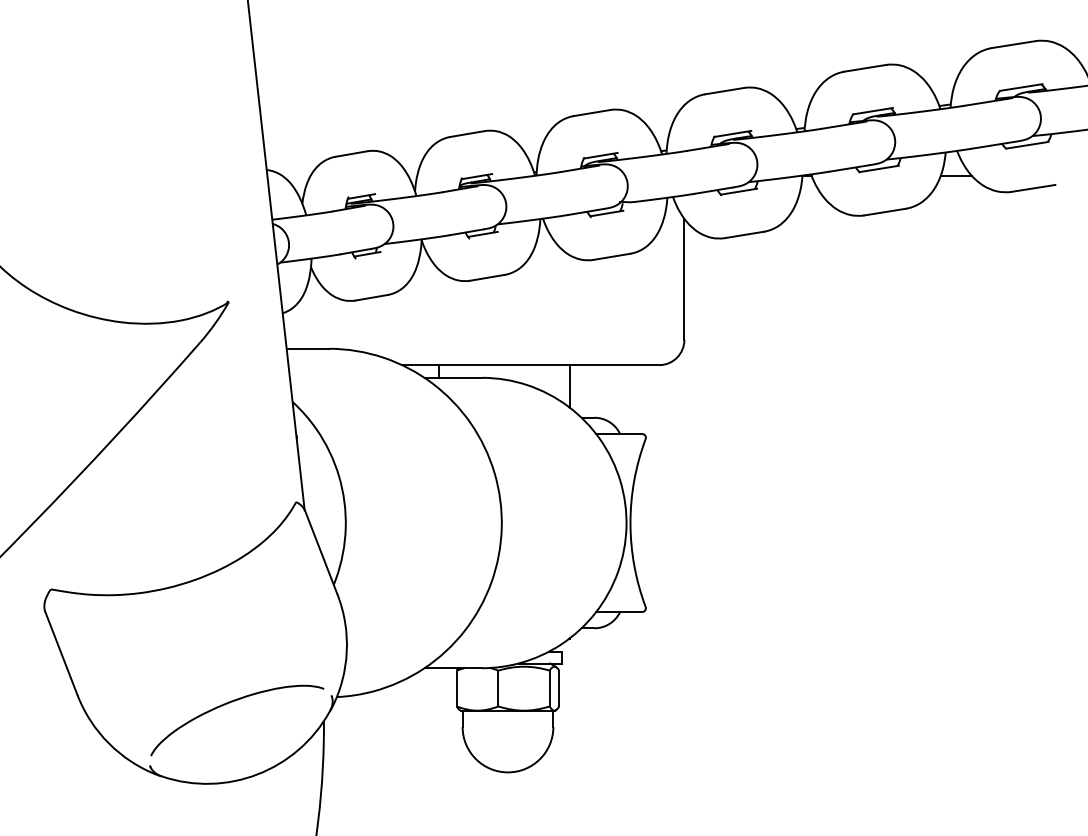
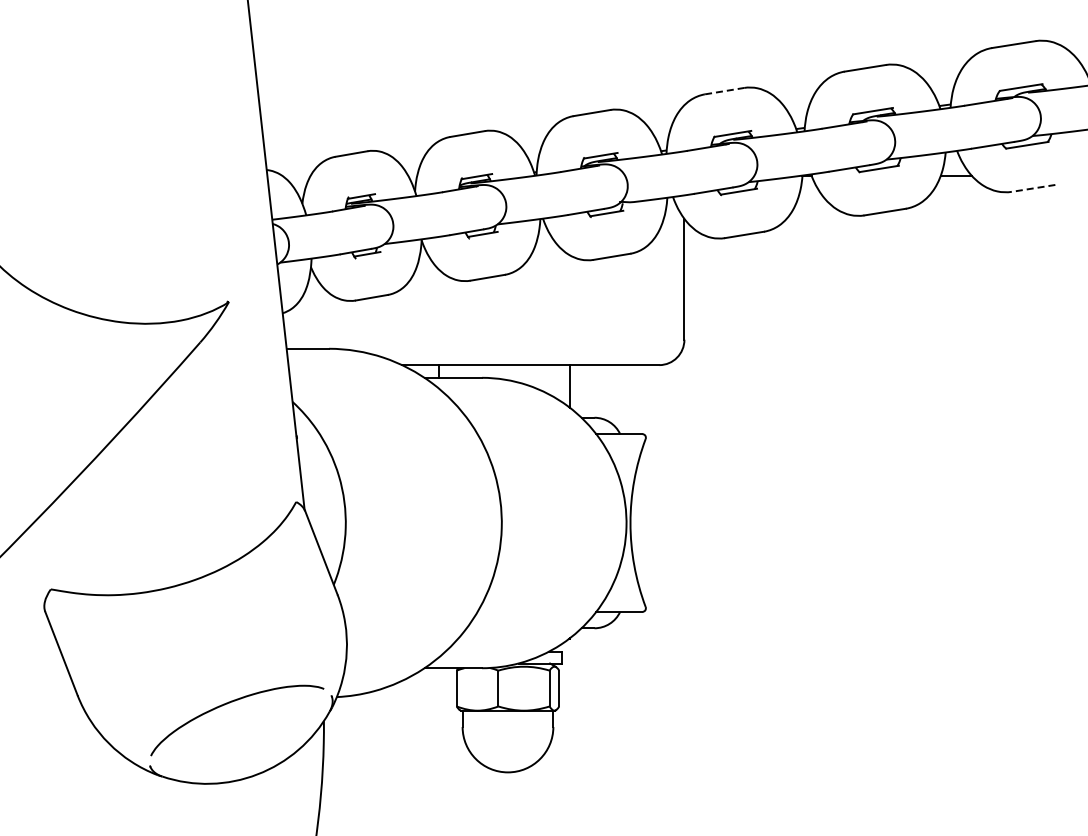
line at (724, 91): solid -> dashed
line at (1033, 188): solid -> dashed
